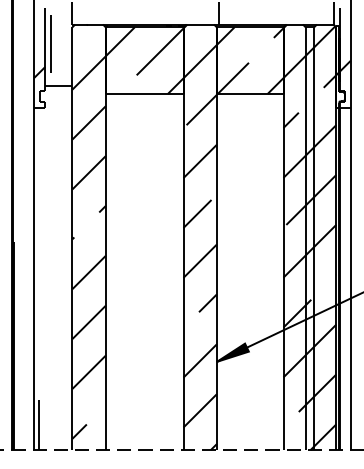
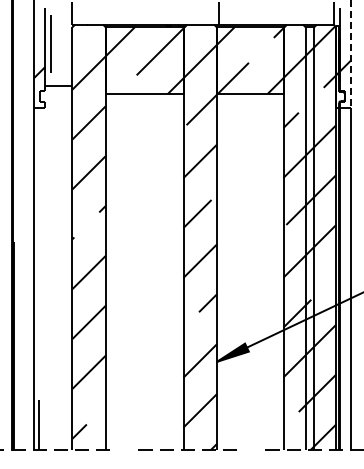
line at (350, 53): solid -> dashed
line at (123, 449): present -> none
line at (250, 449): present -> none
